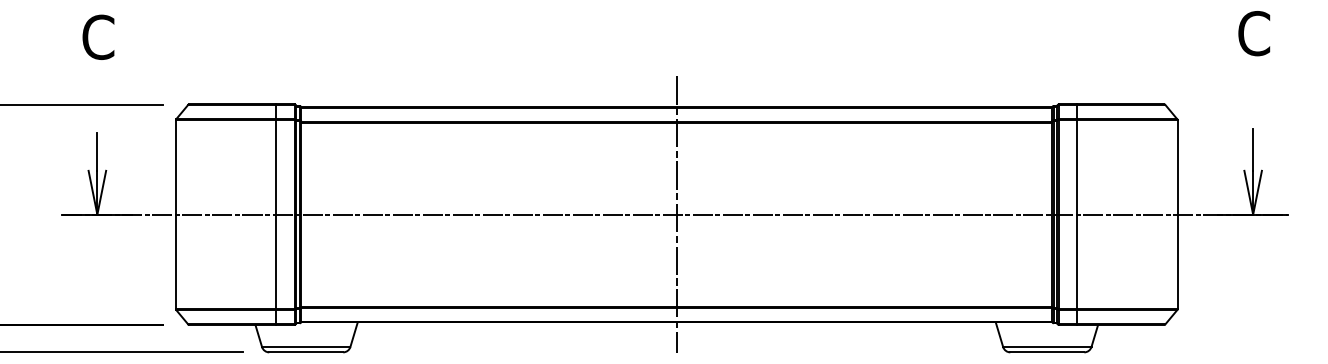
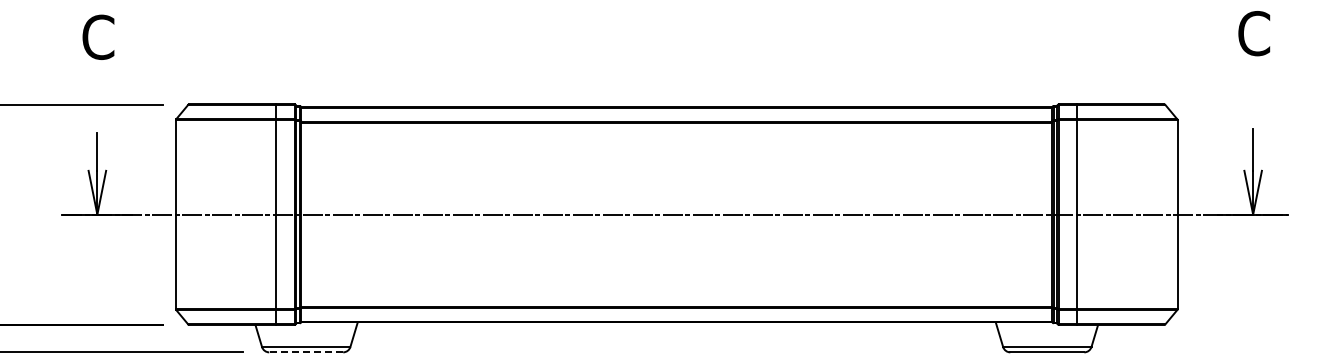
line at (676, 214): present -> none
line at (306, 352): solid -> dashed
